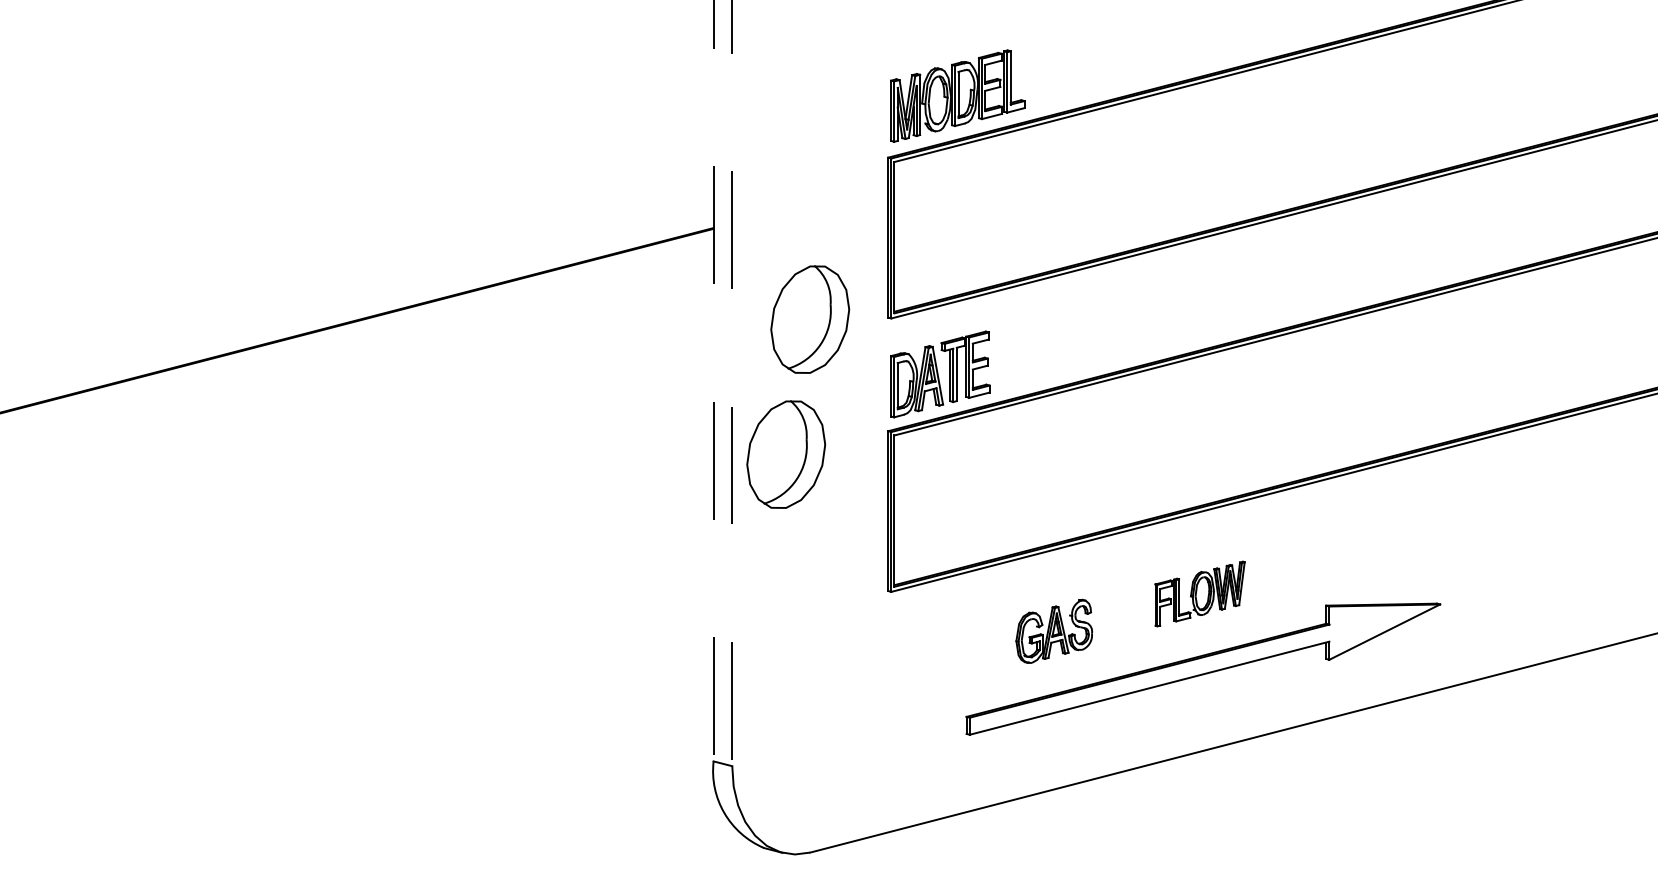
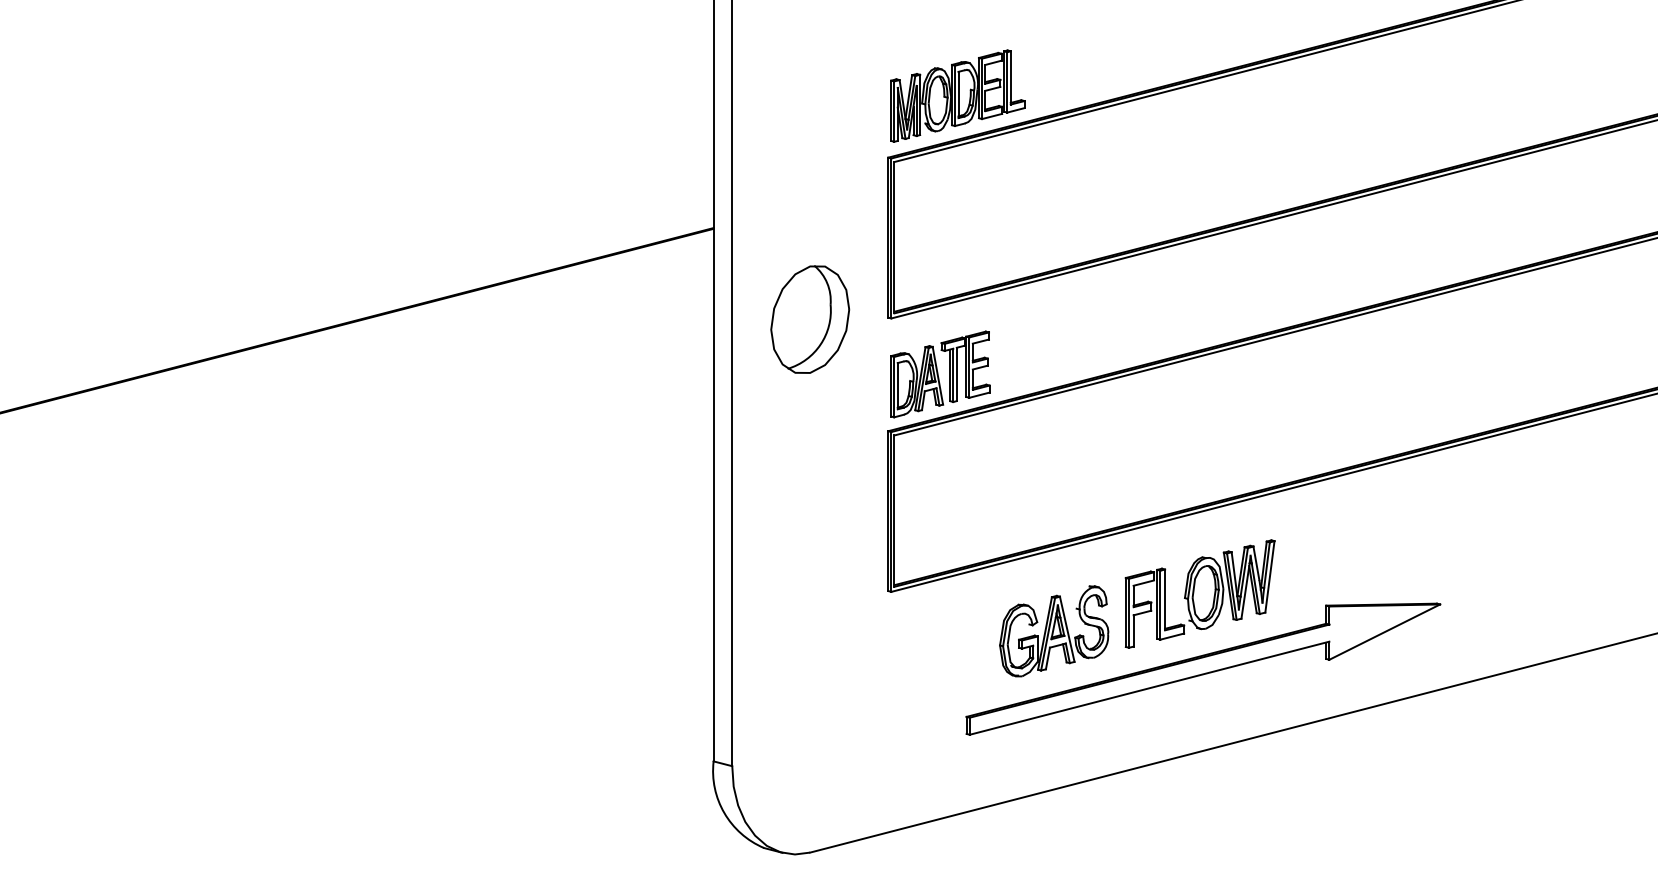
line at (713, 381): dashed -> solid
line at (732, 383): dashed -> solid
part at (786, 454): present -> none
part at (1199, 593) size: 92x68 px -> 152x110 px
part at (1054, 630) size: 79x66 px -> 111x93 px
